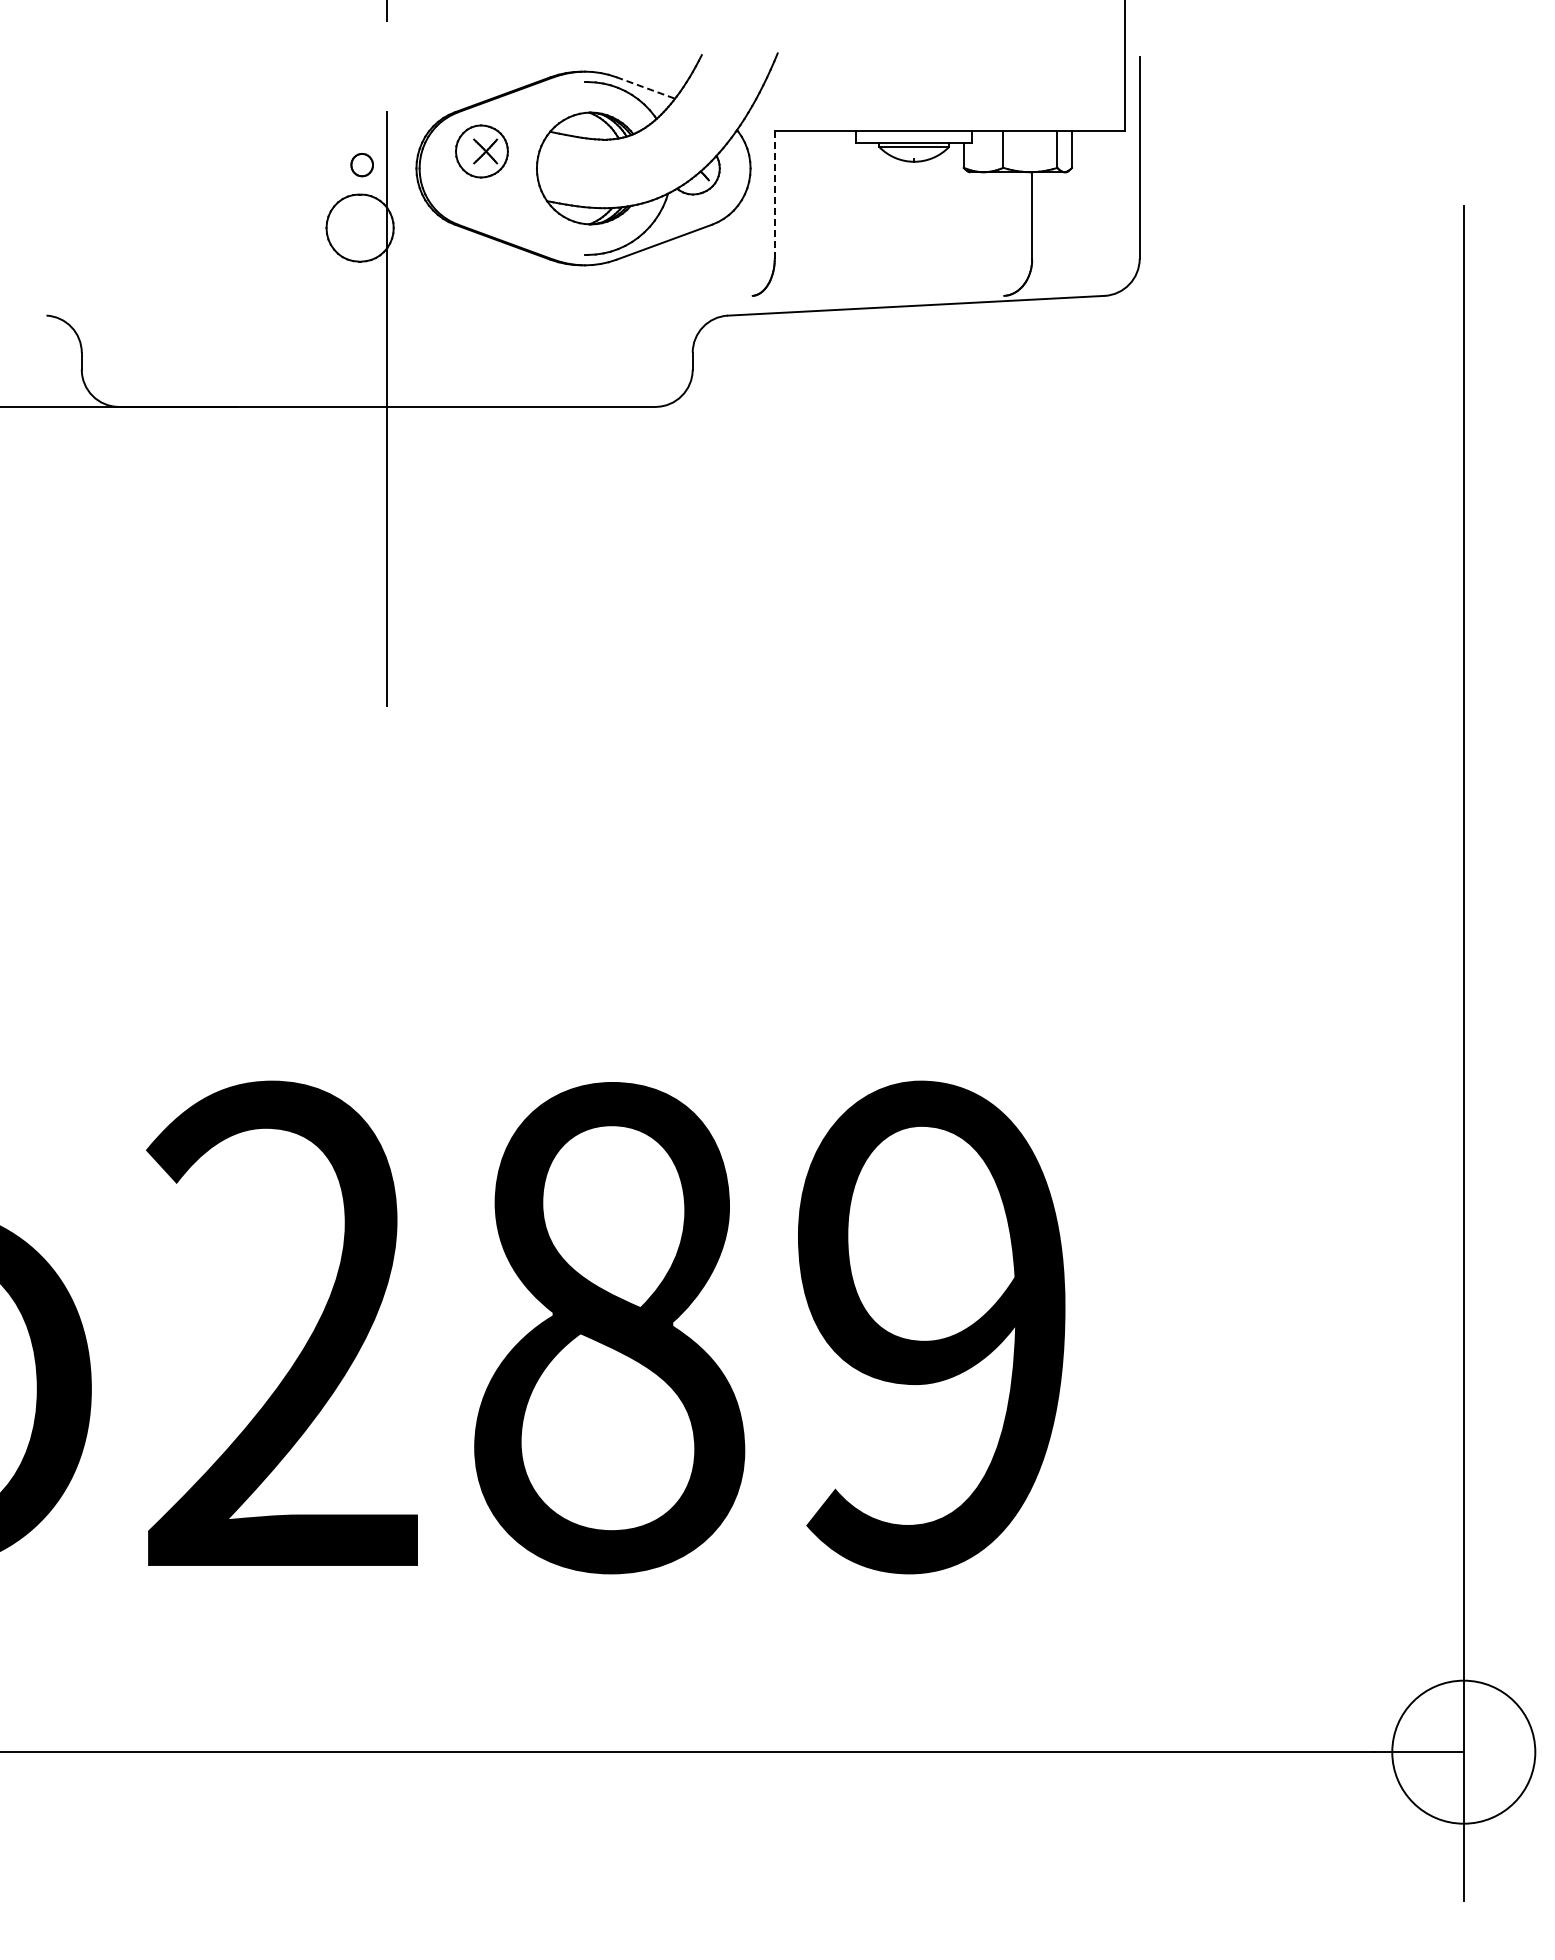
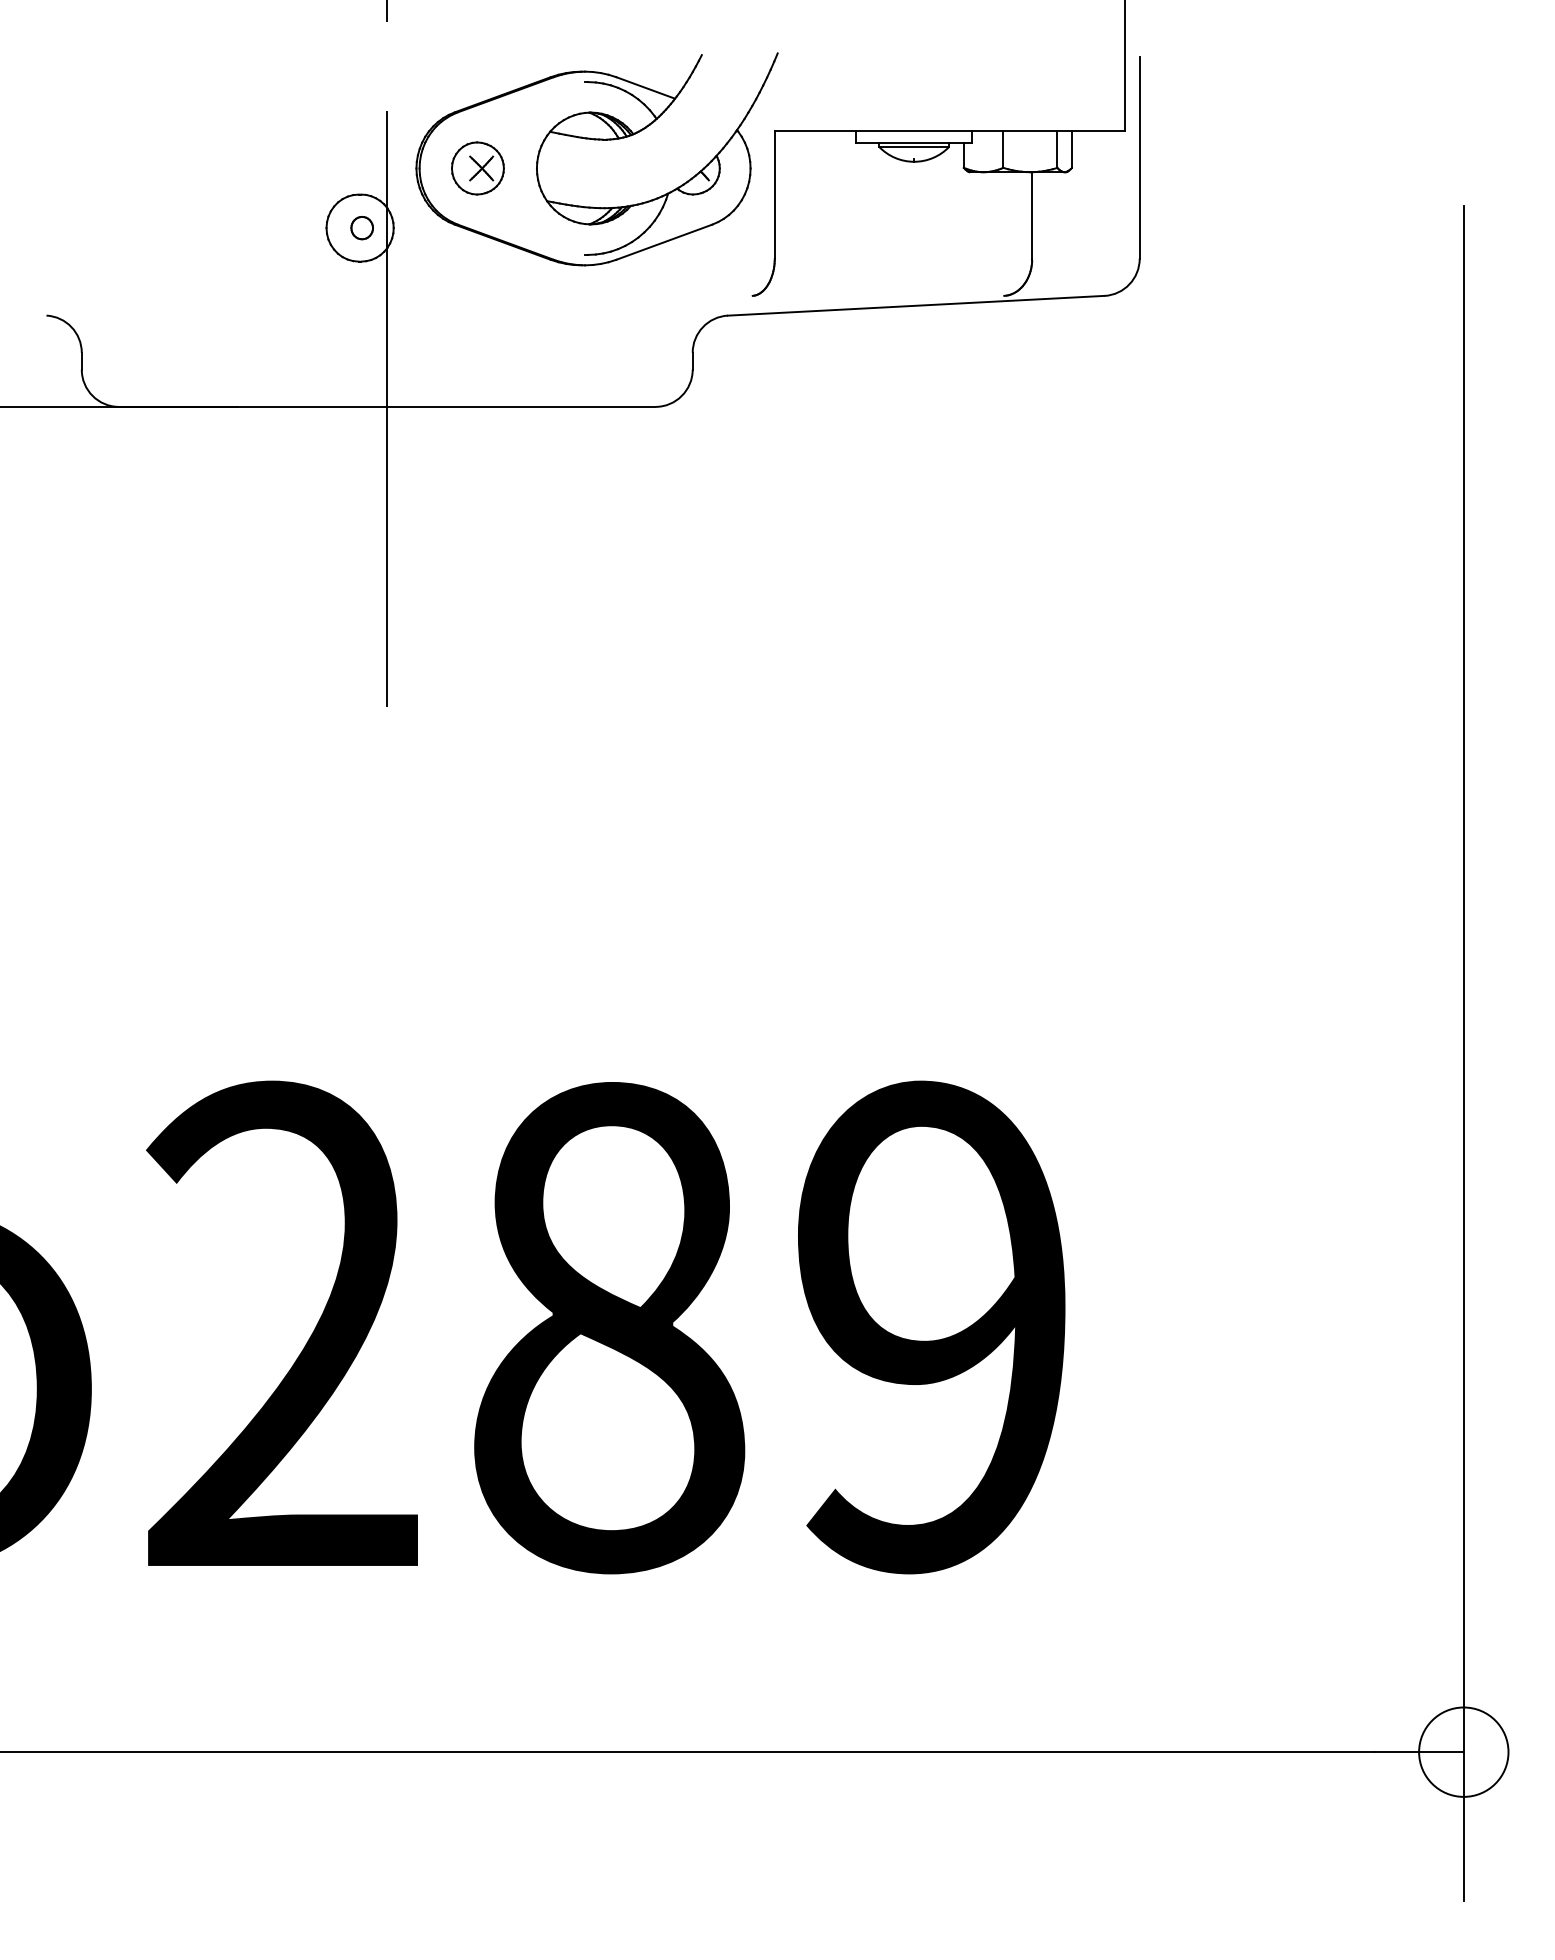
line at (646, 88): dashed -> solid
part at (481, 151) position: (481, 151) -> (477, 168)
part at (361, 165) position: (361, 165) -> (361, 228)
line at (774, 194): dashed -> solid
circle at (1463, 1751) diameter: 143 px -> 89 px
